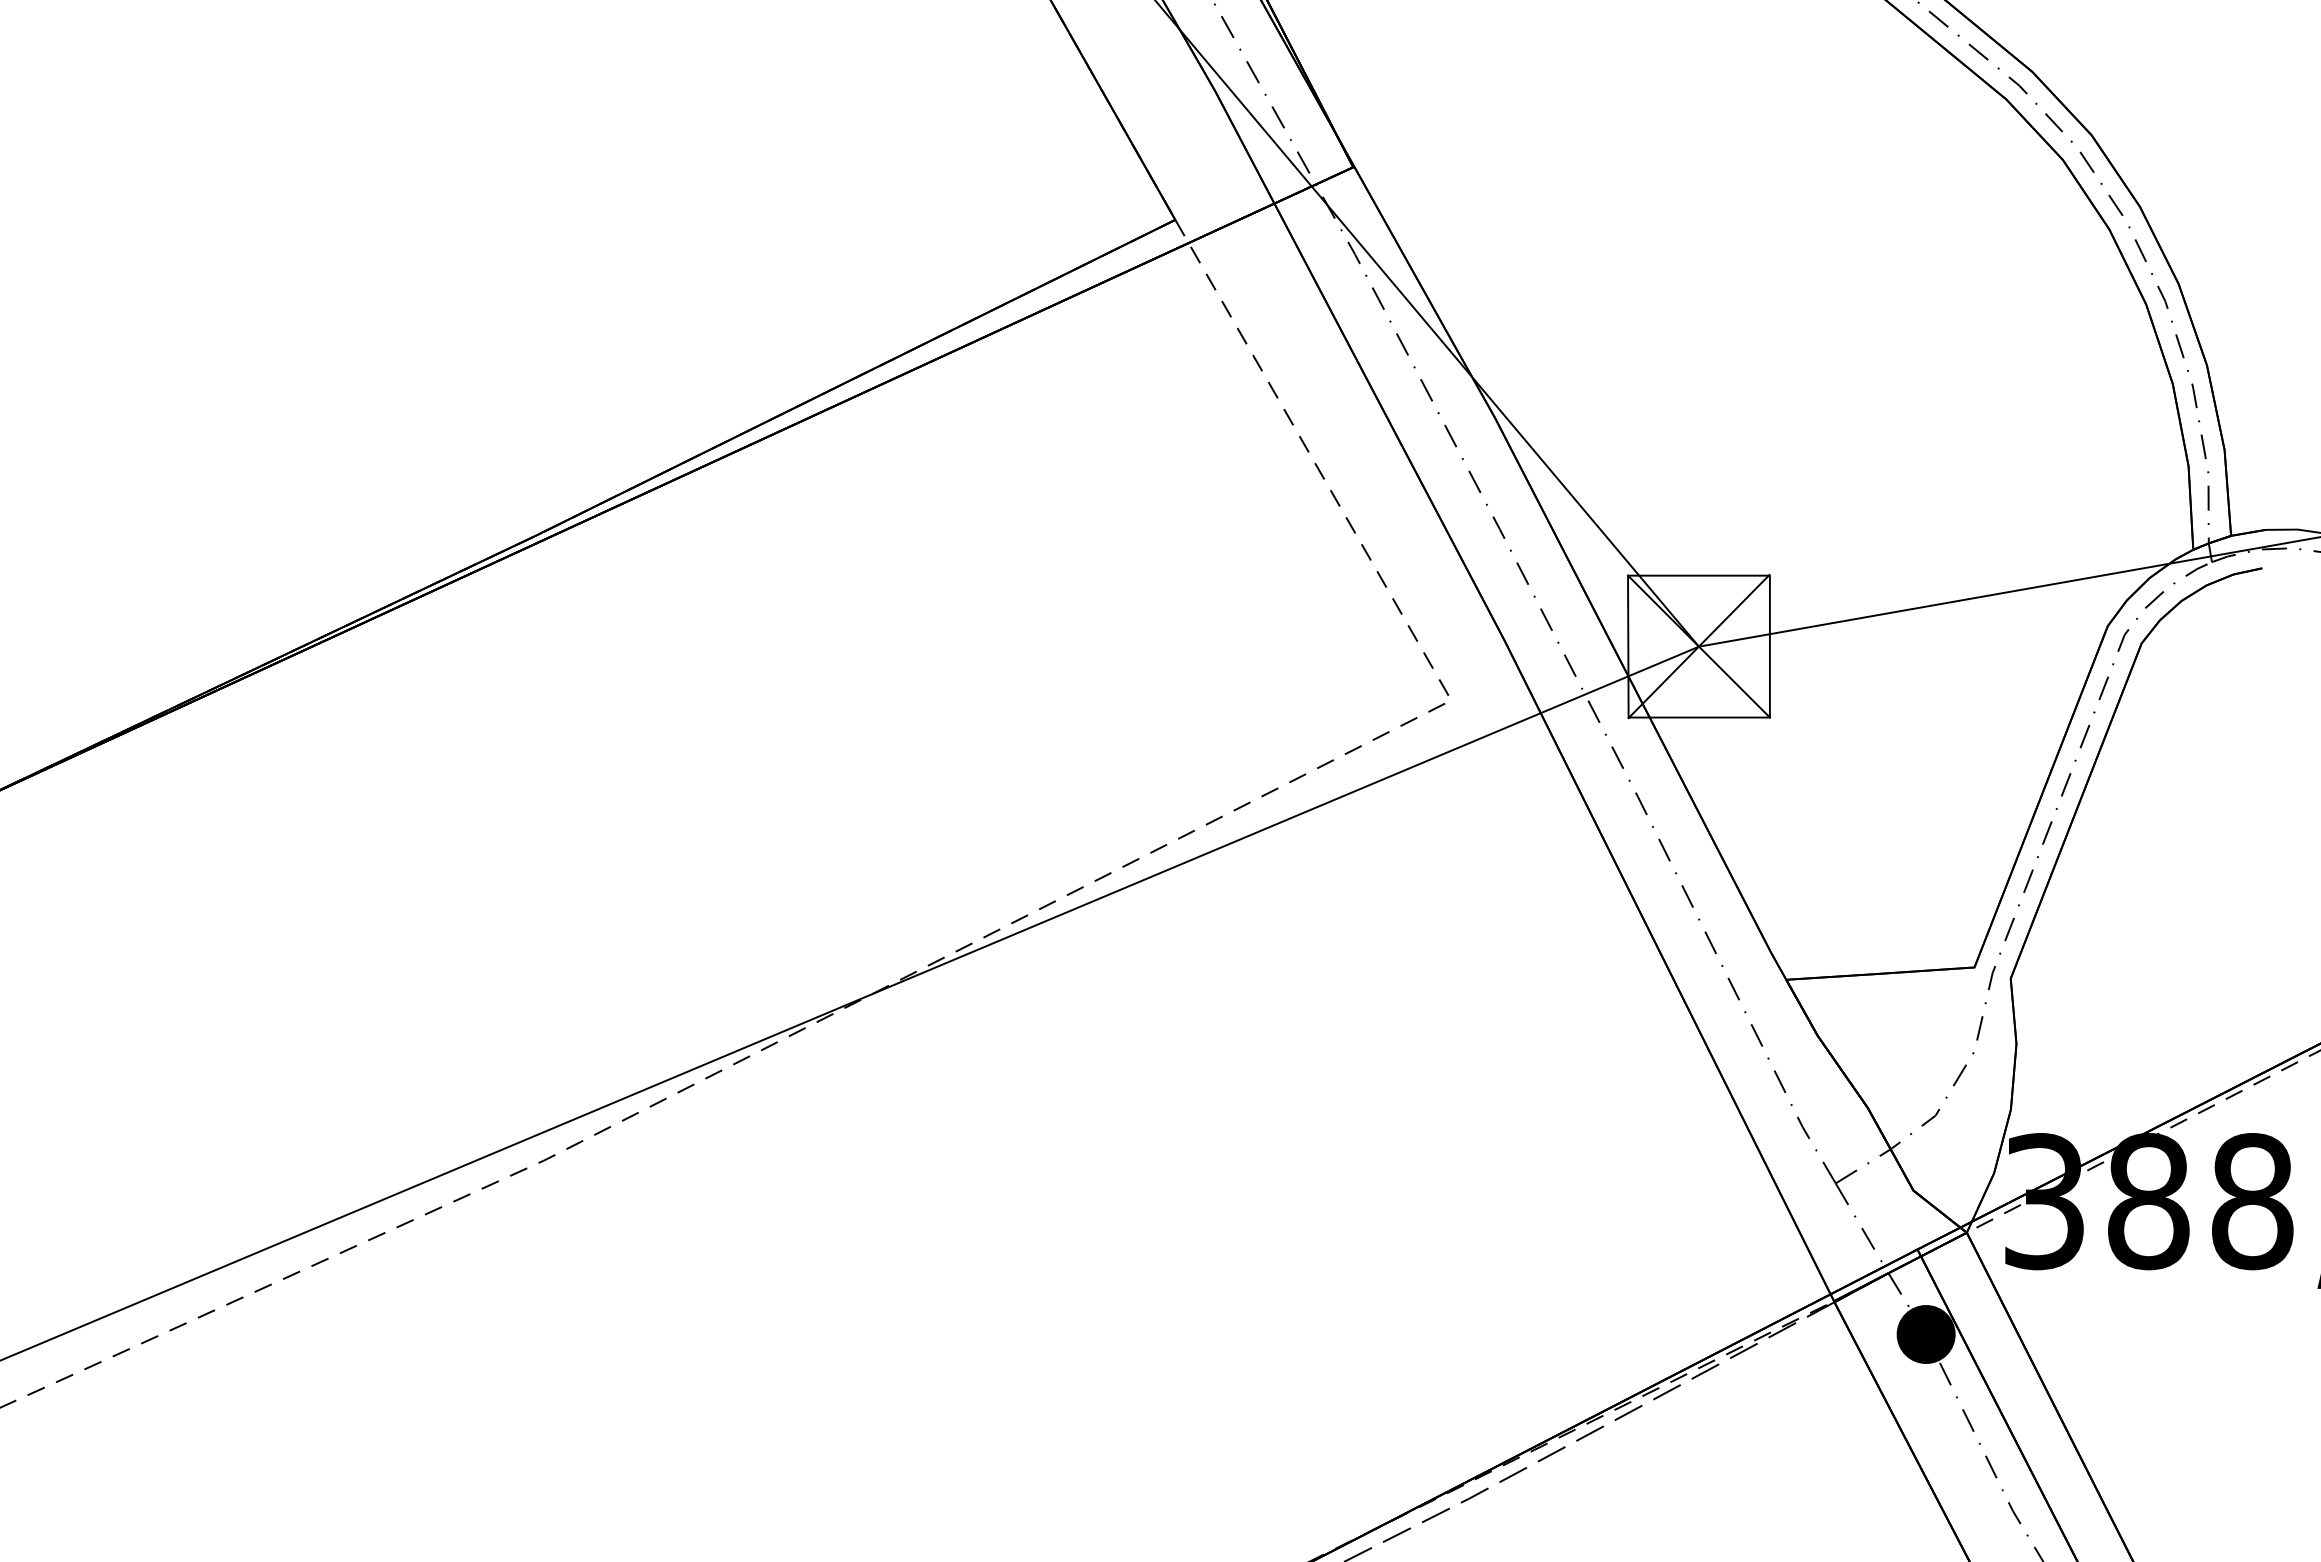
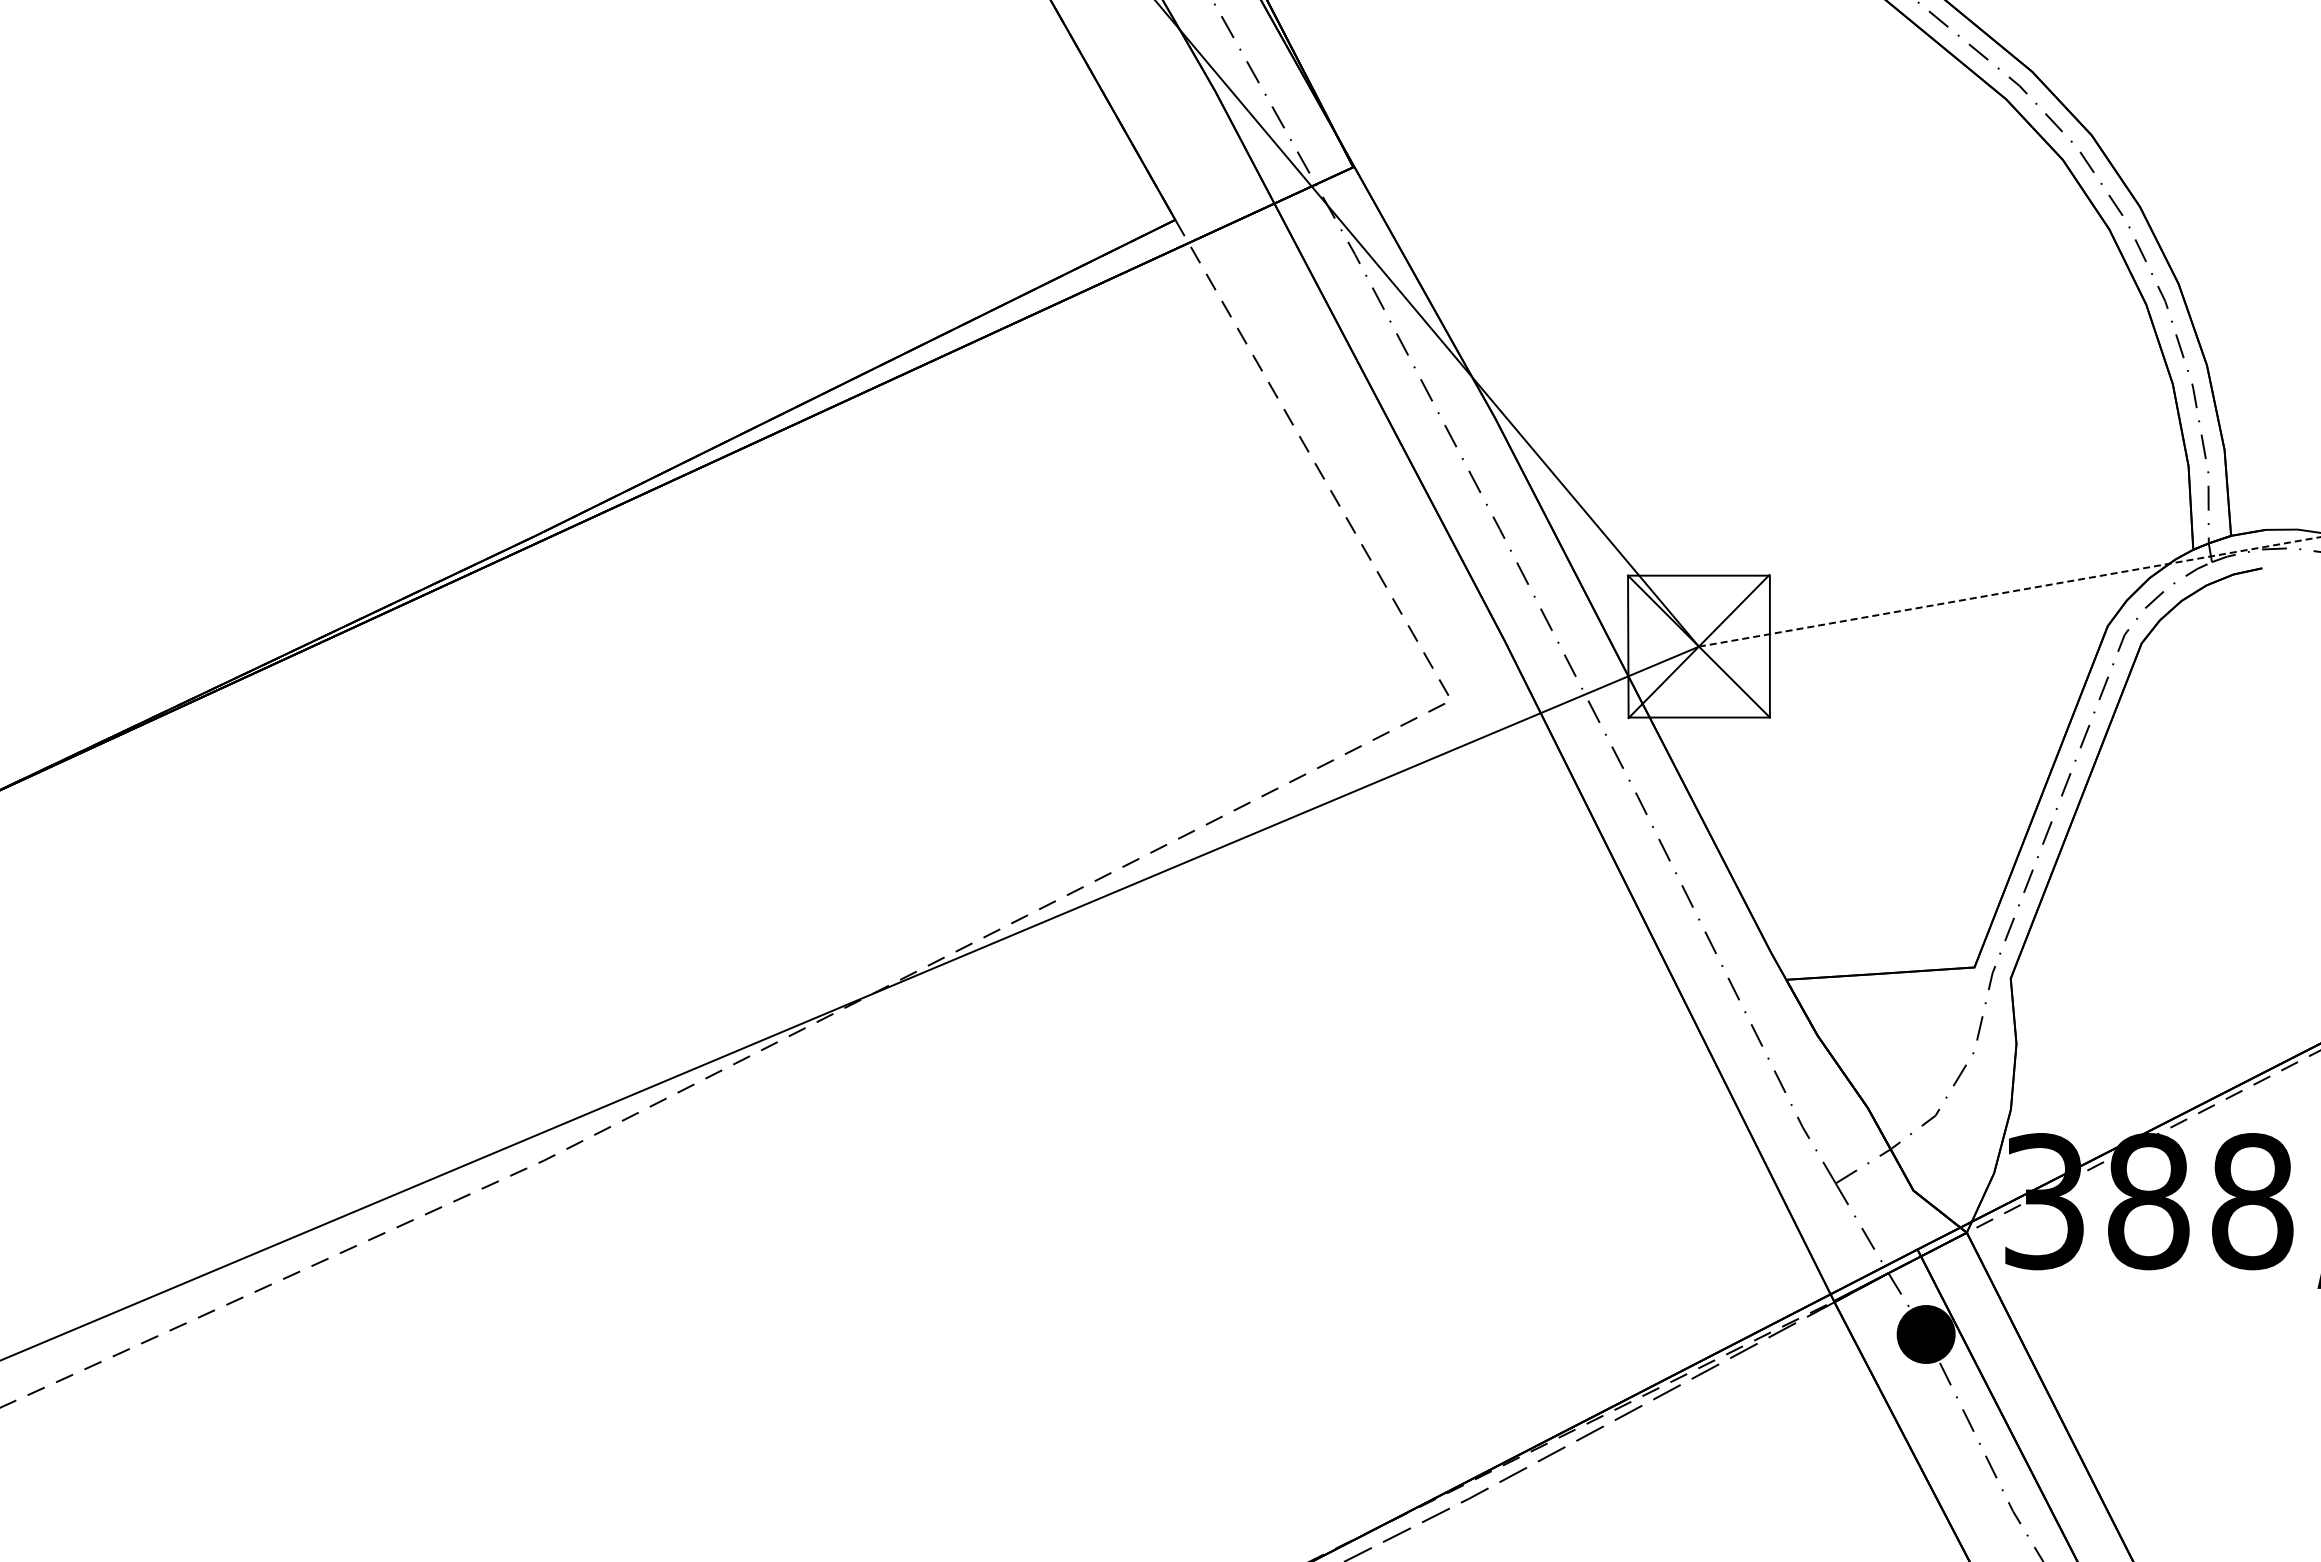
line at (2010, 591): solid -> dashed
